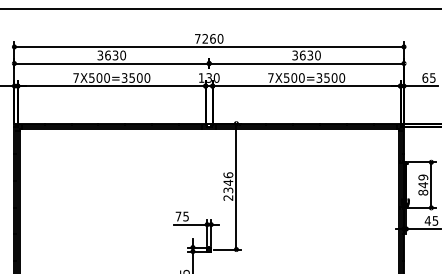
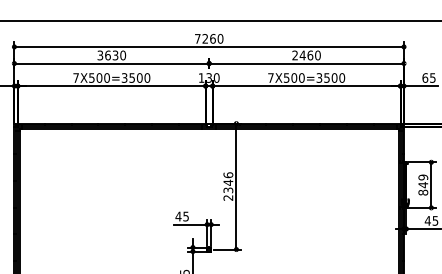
line at (220, 9) position: (220, 9) -> (220, 21)
text at (302, 55): 3630 -> 2460
text at (178, 216): 75 -> 45
